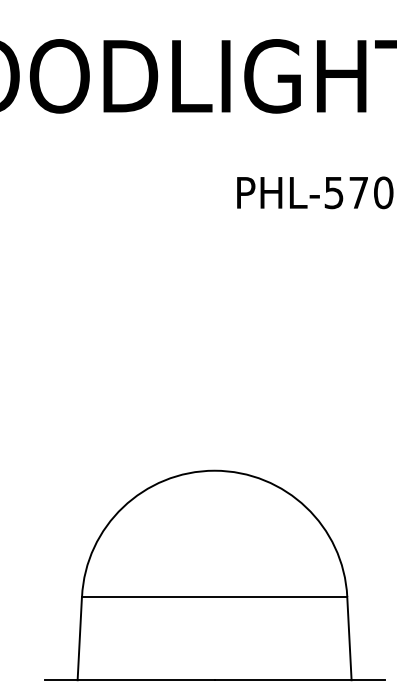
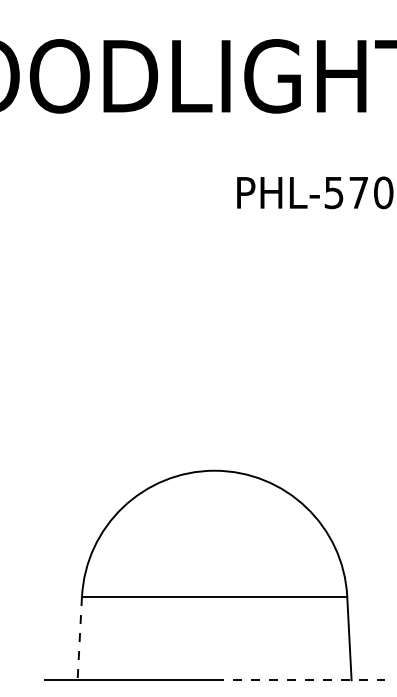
line at (79, 638): solid -> dashed
line at (299, 680): solid -> dashed
